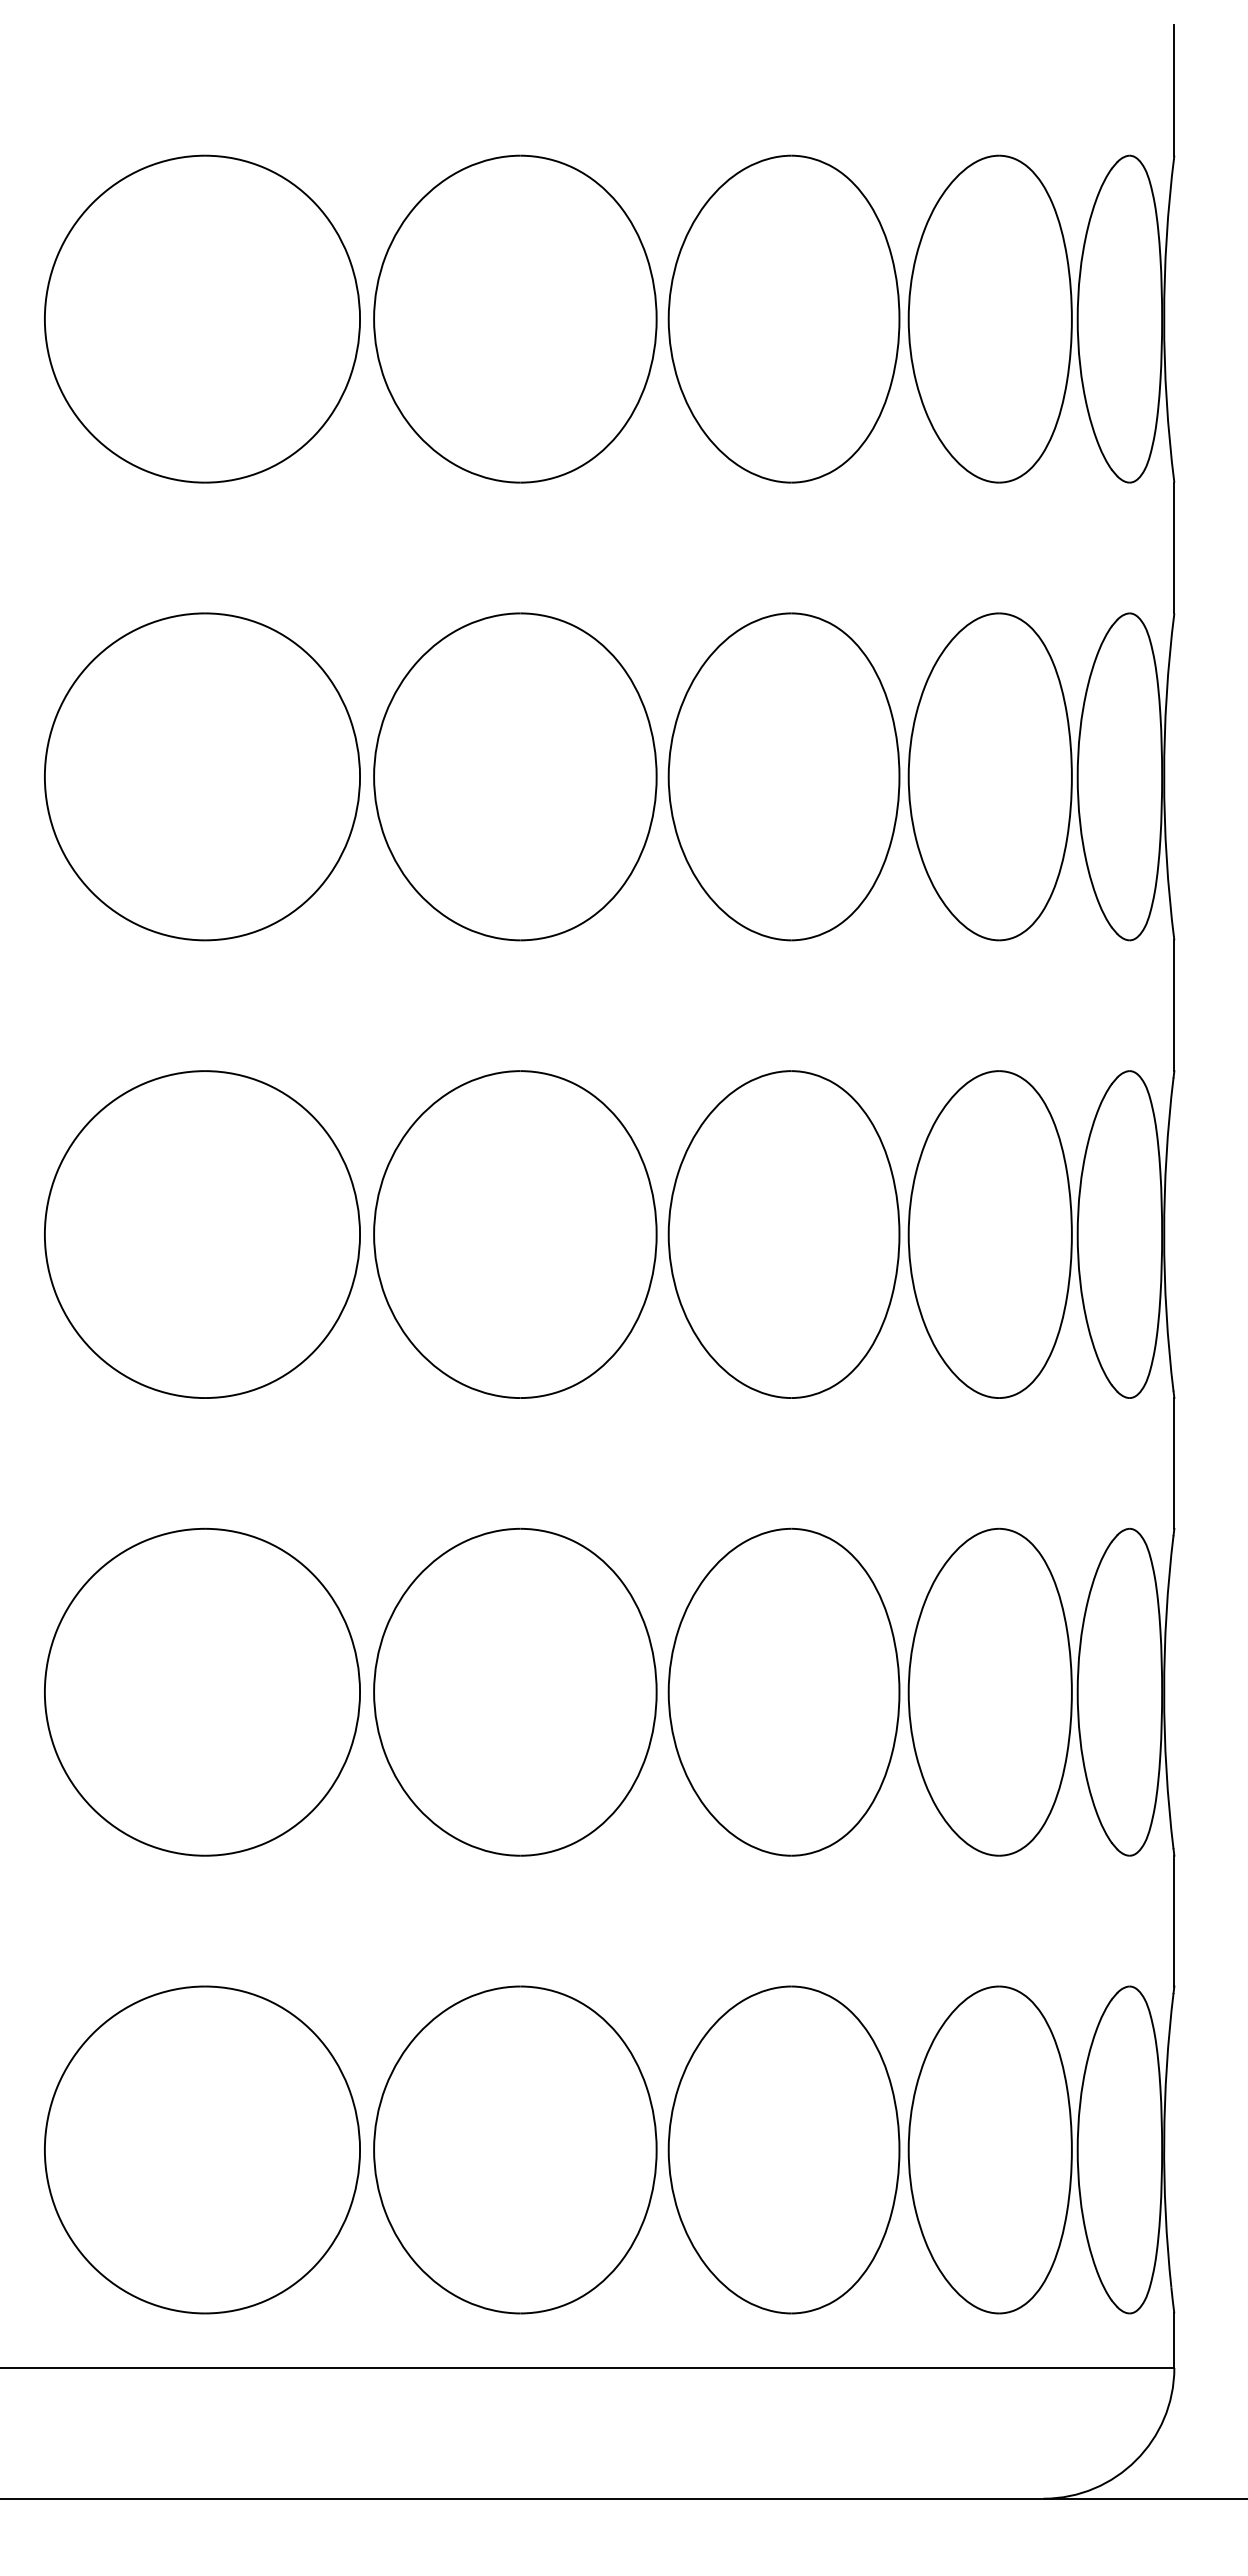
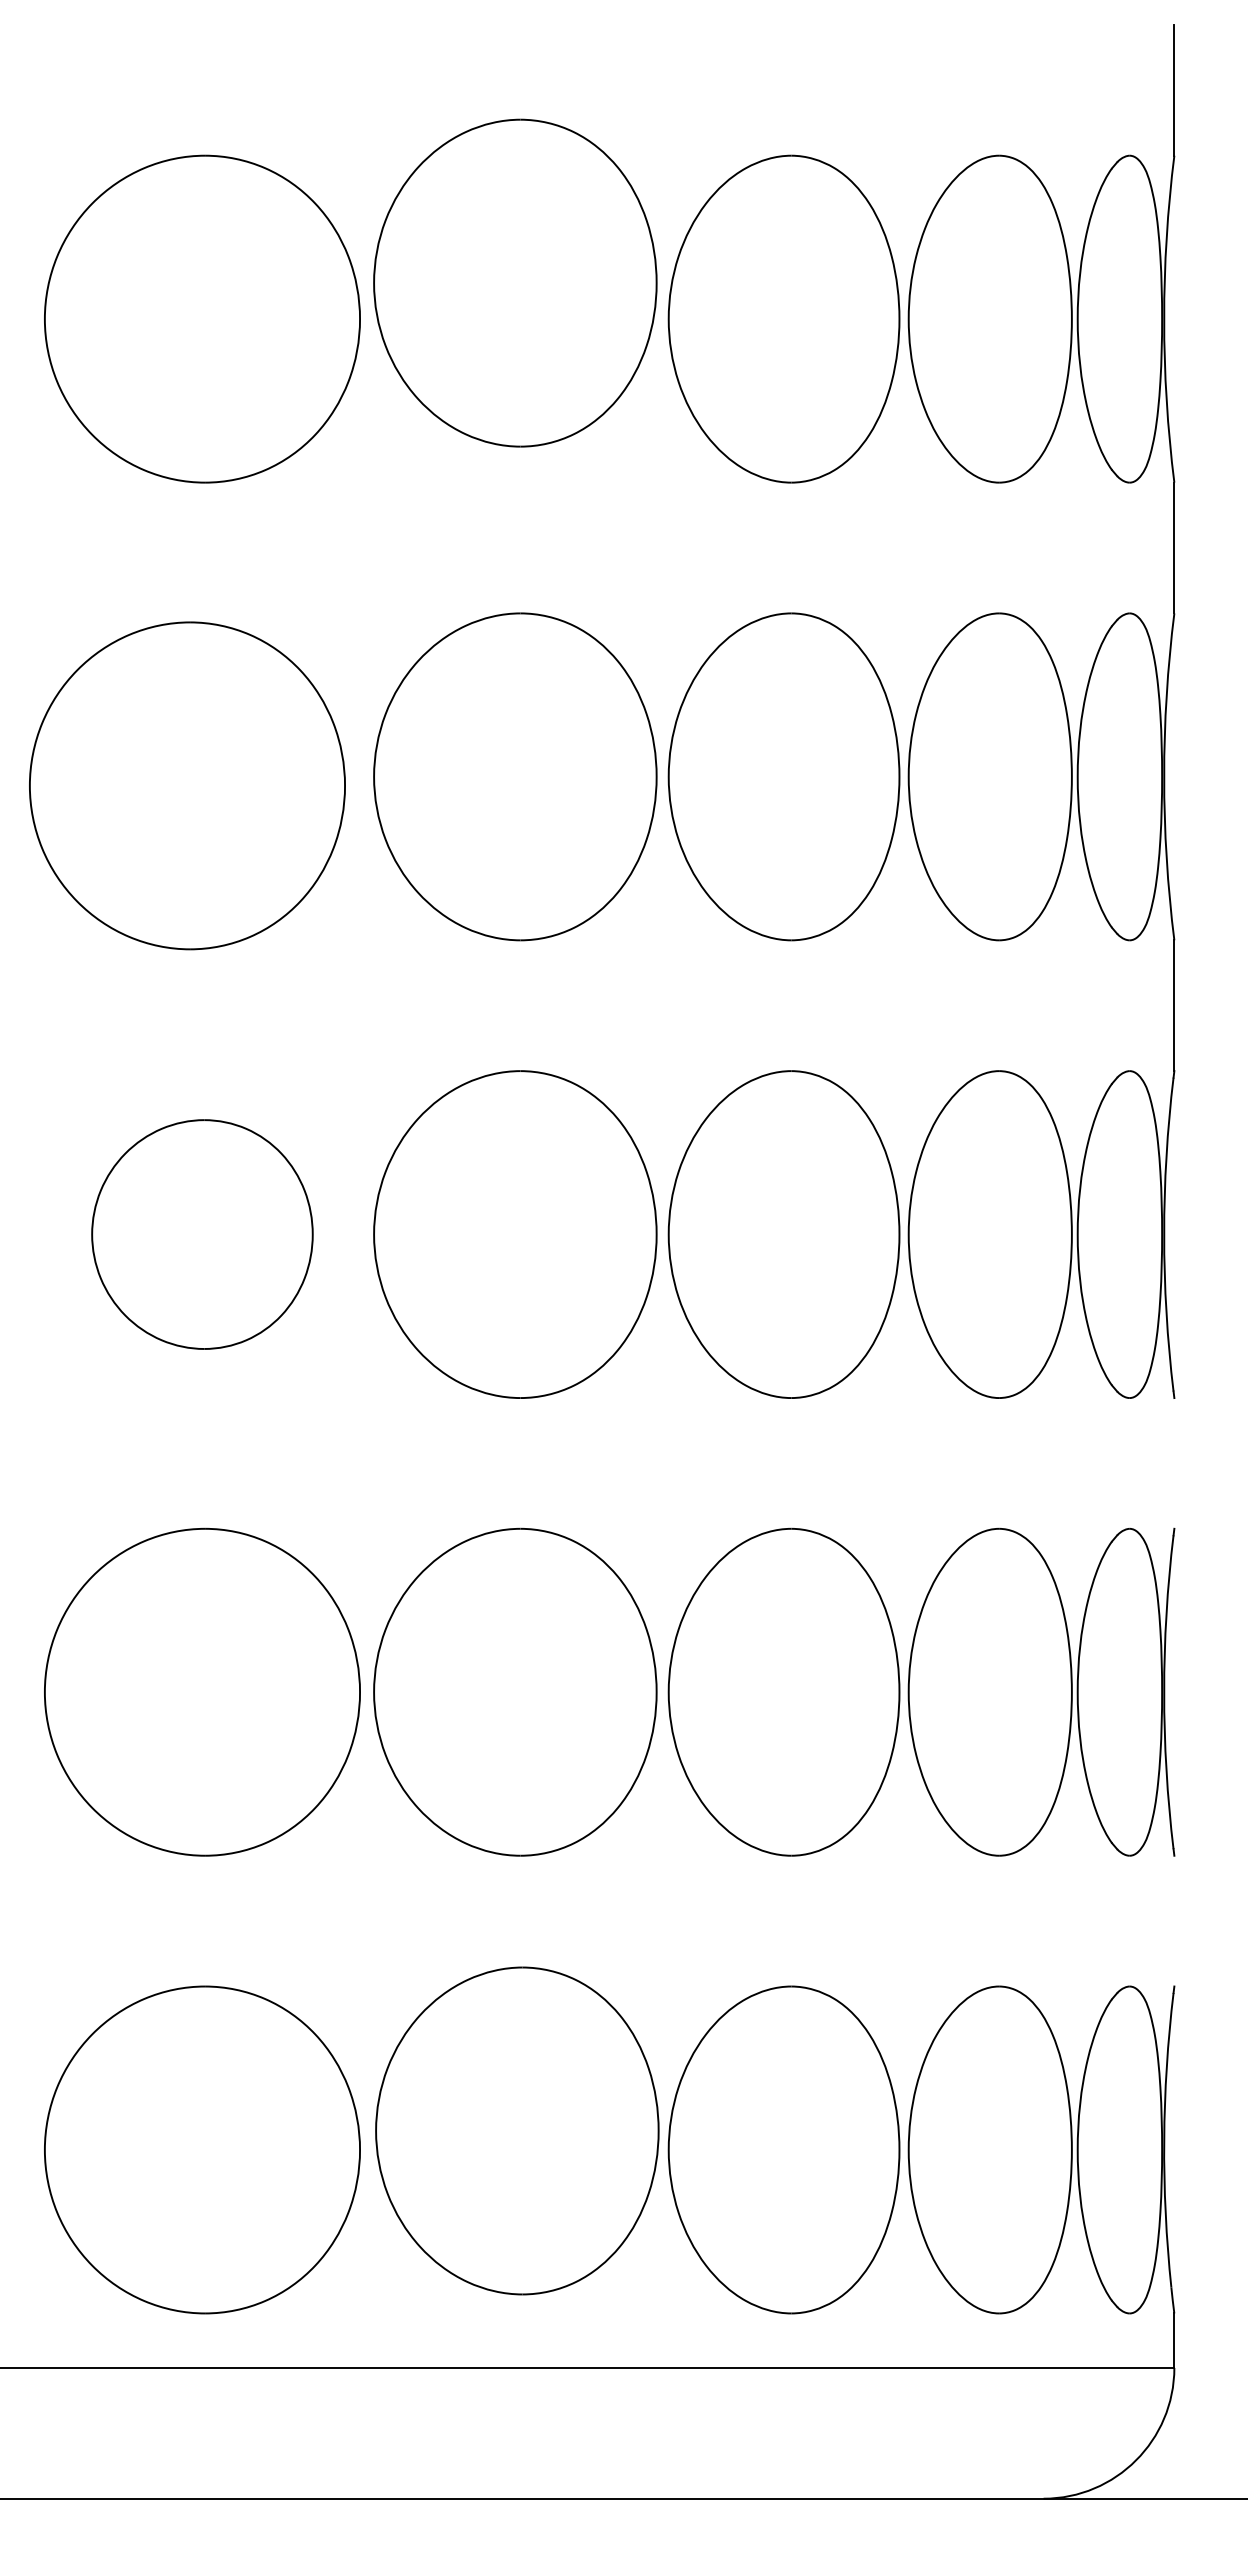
part at (515, 318) position: (515, 318) -> (515, 282)
part at (202, 776) position: (202, 776) -> (187, 785)
part at (202, 1234) size: 317x329 px -> 223x231 px
line at (1174, 1463): present -> none
line at (1174, 1920): present -> none
part at (515, 2149) position: (515, 2149) -> (517, 2130)
